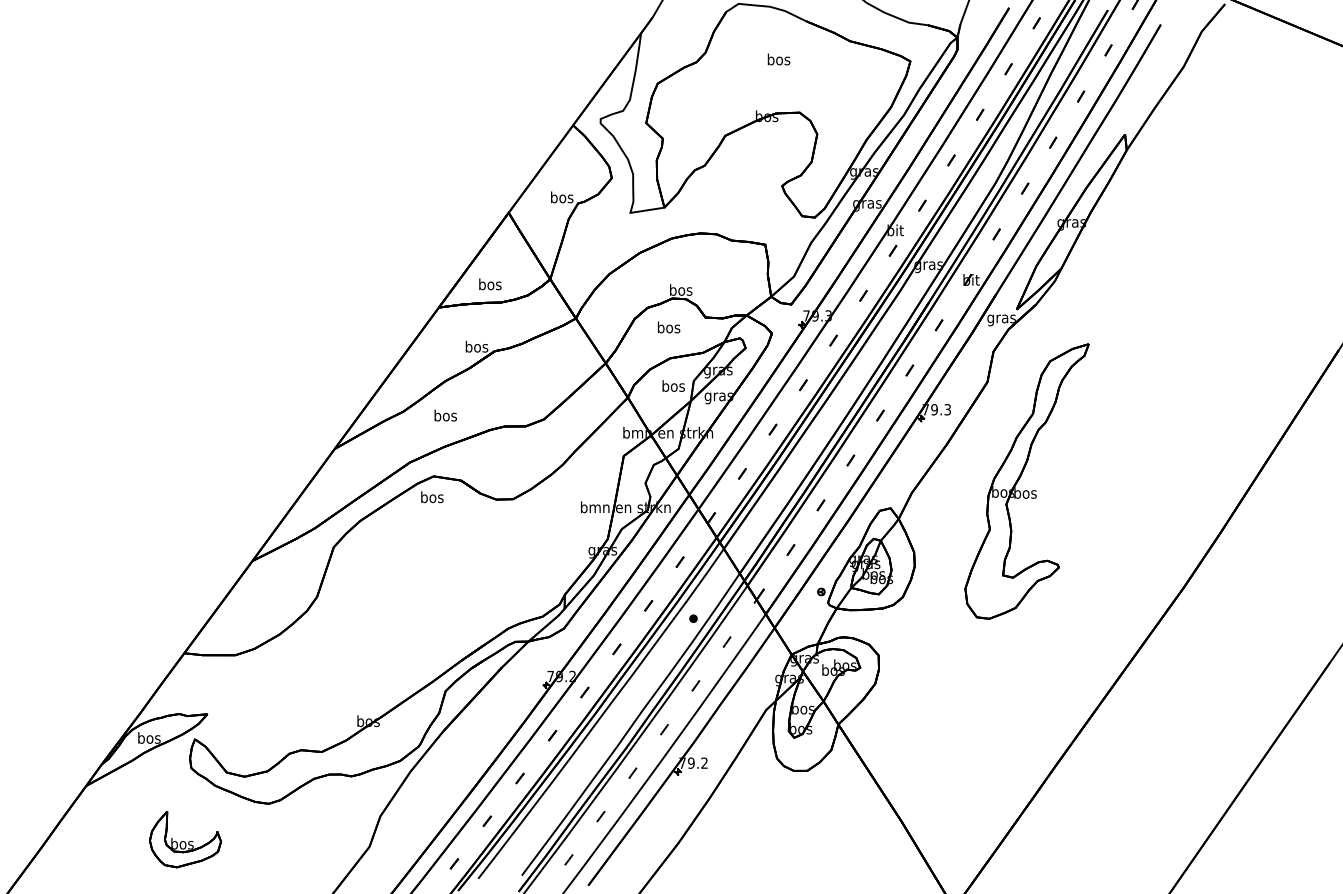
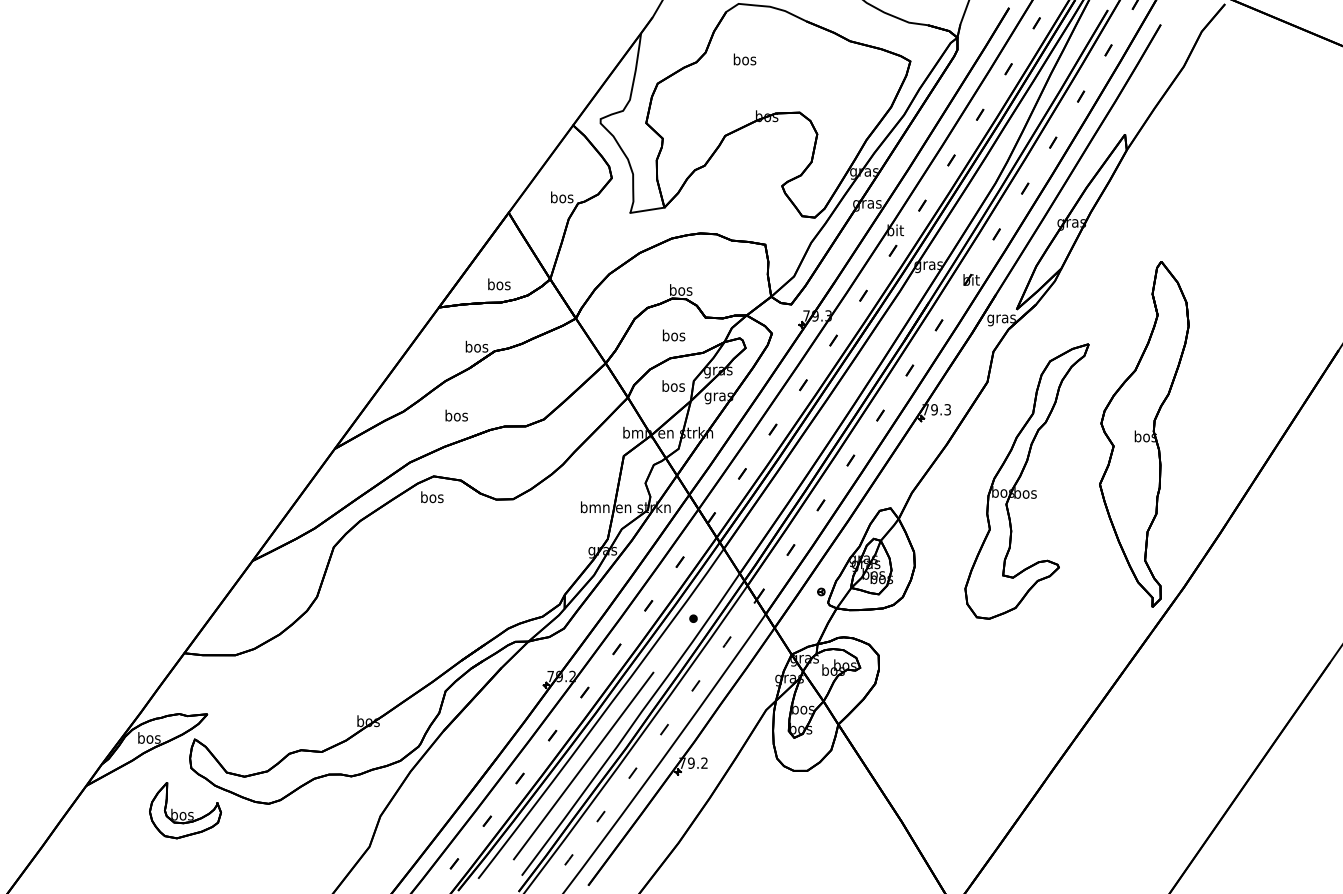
text at (778, 59) position: (778, 59) -> (744, 59)
text at (490, 284) position: (490, 284) -> (499, 284)
text at (668, 327) position: (668, 327) -> (673, 335)
text at (445, 415) position: (445, 415) -> (456, 415)
part at (1144, 434): none -> present
line at (583, 765): none -> present
part at (185, 839) position: (185, 839) -> (185, 810)
